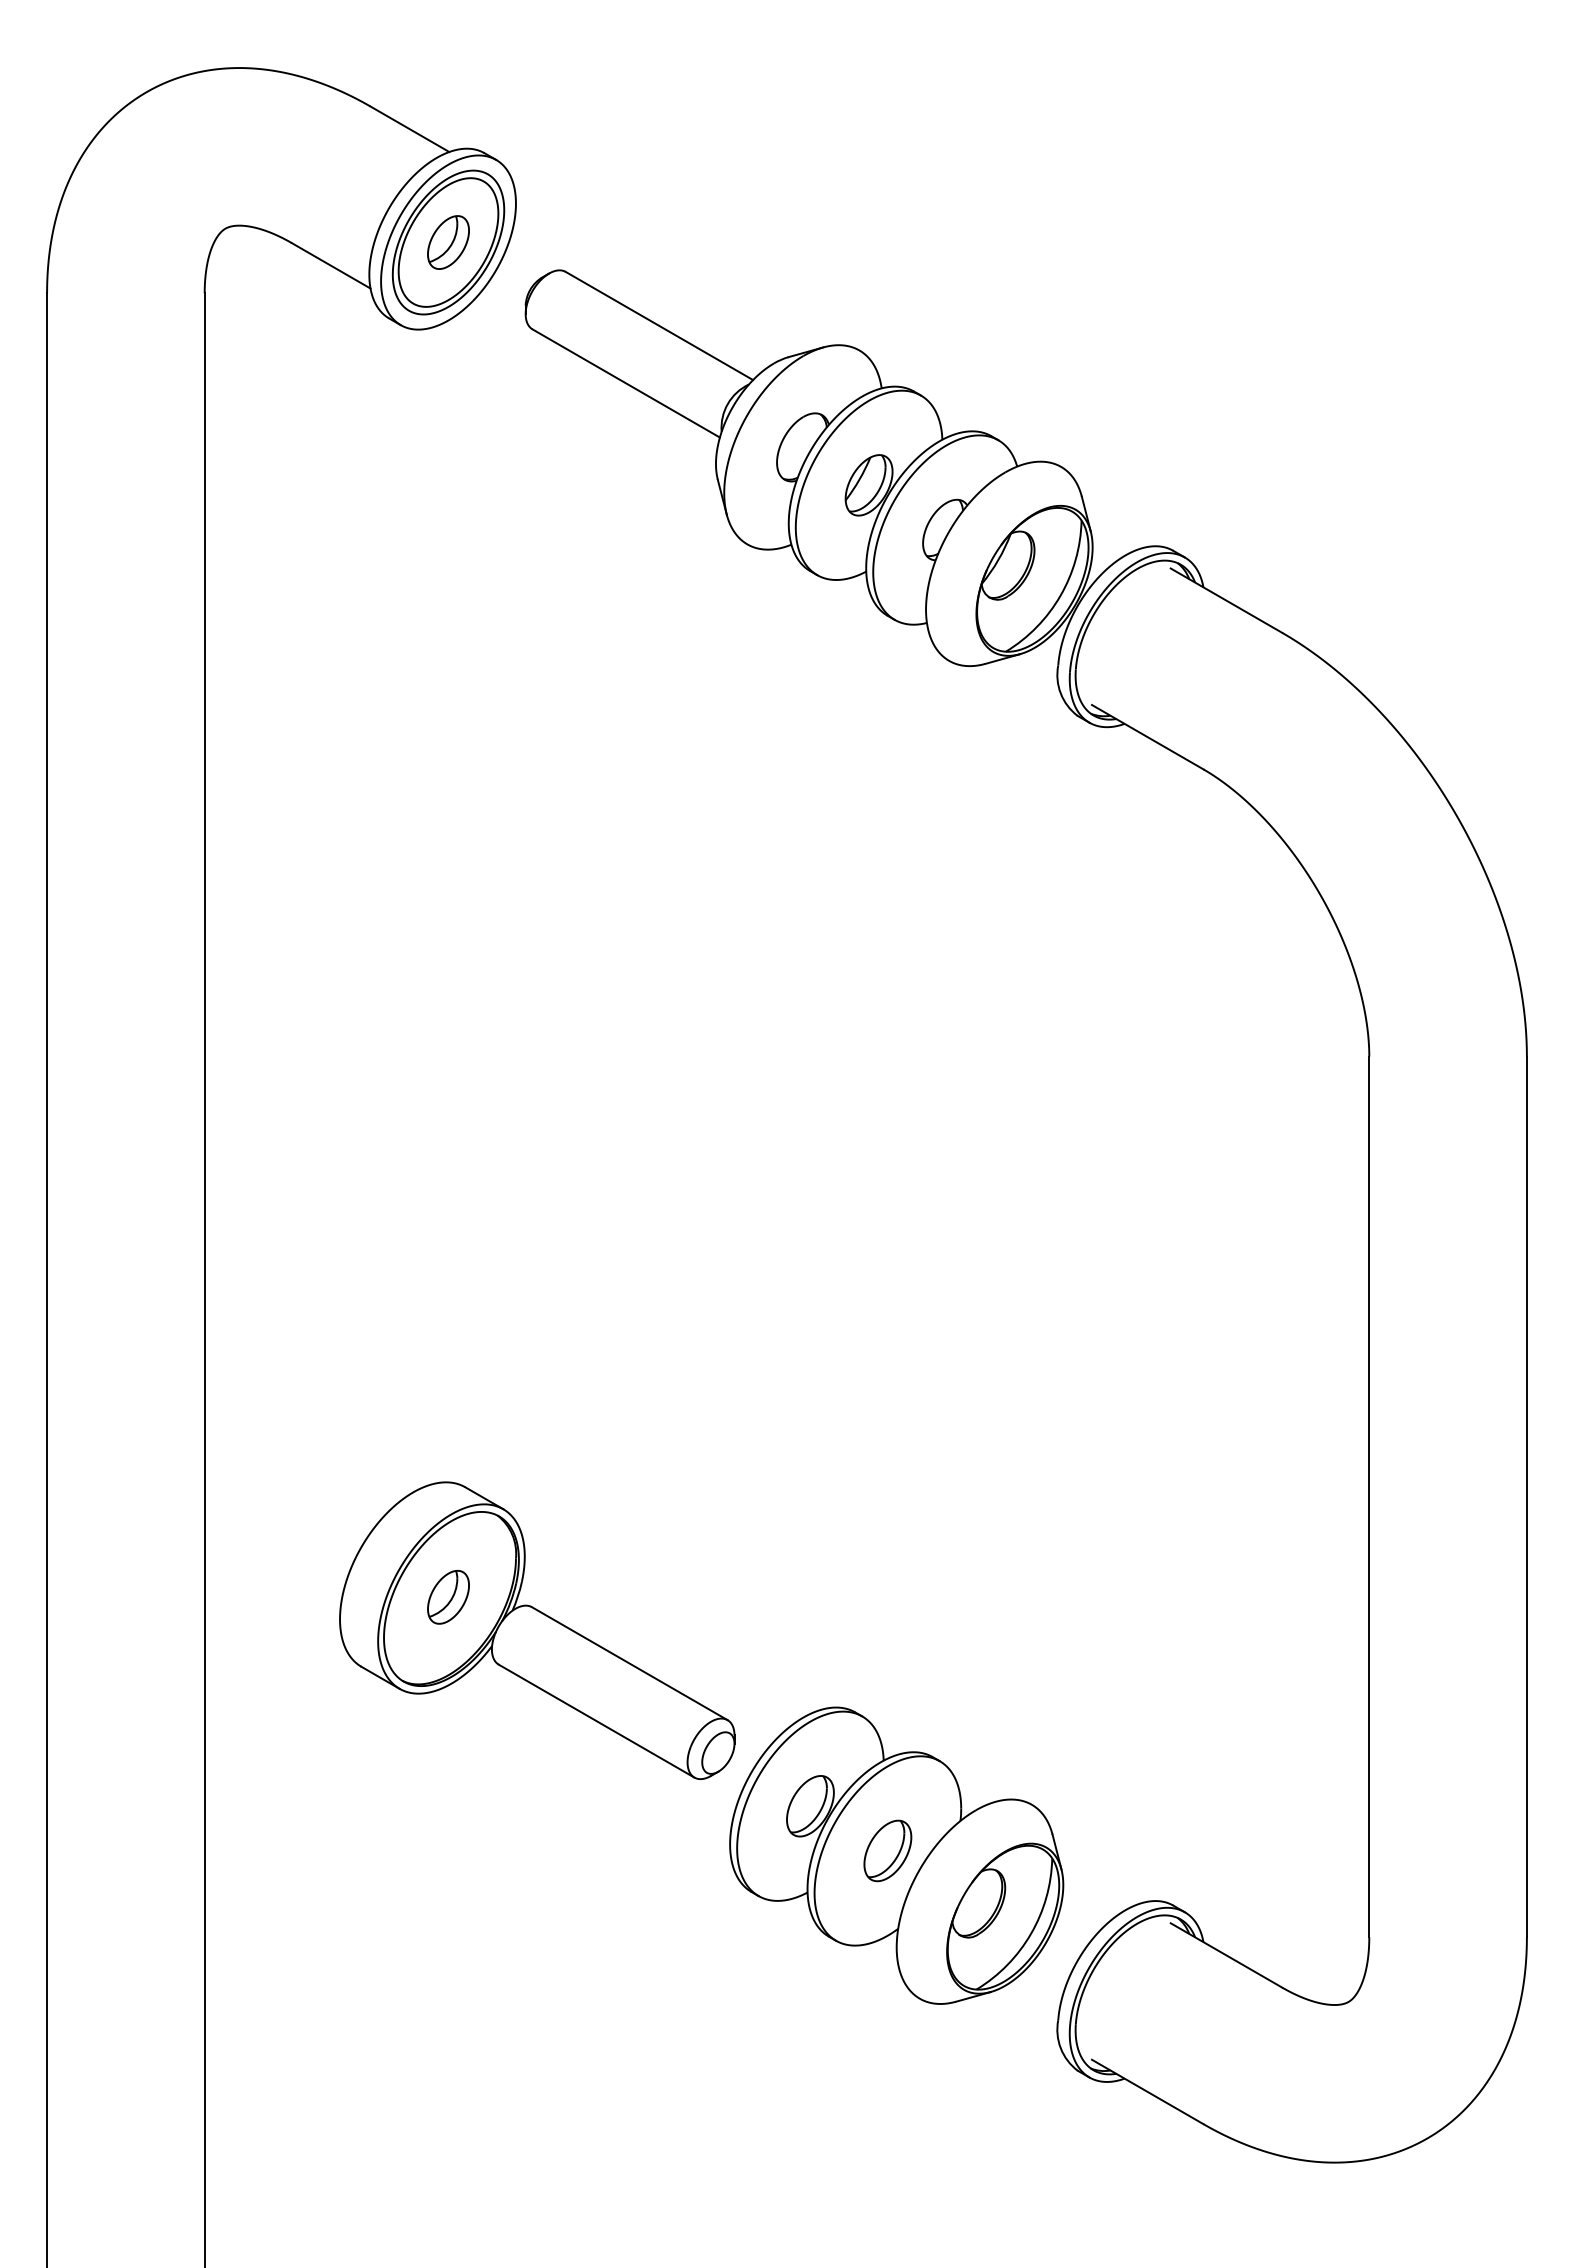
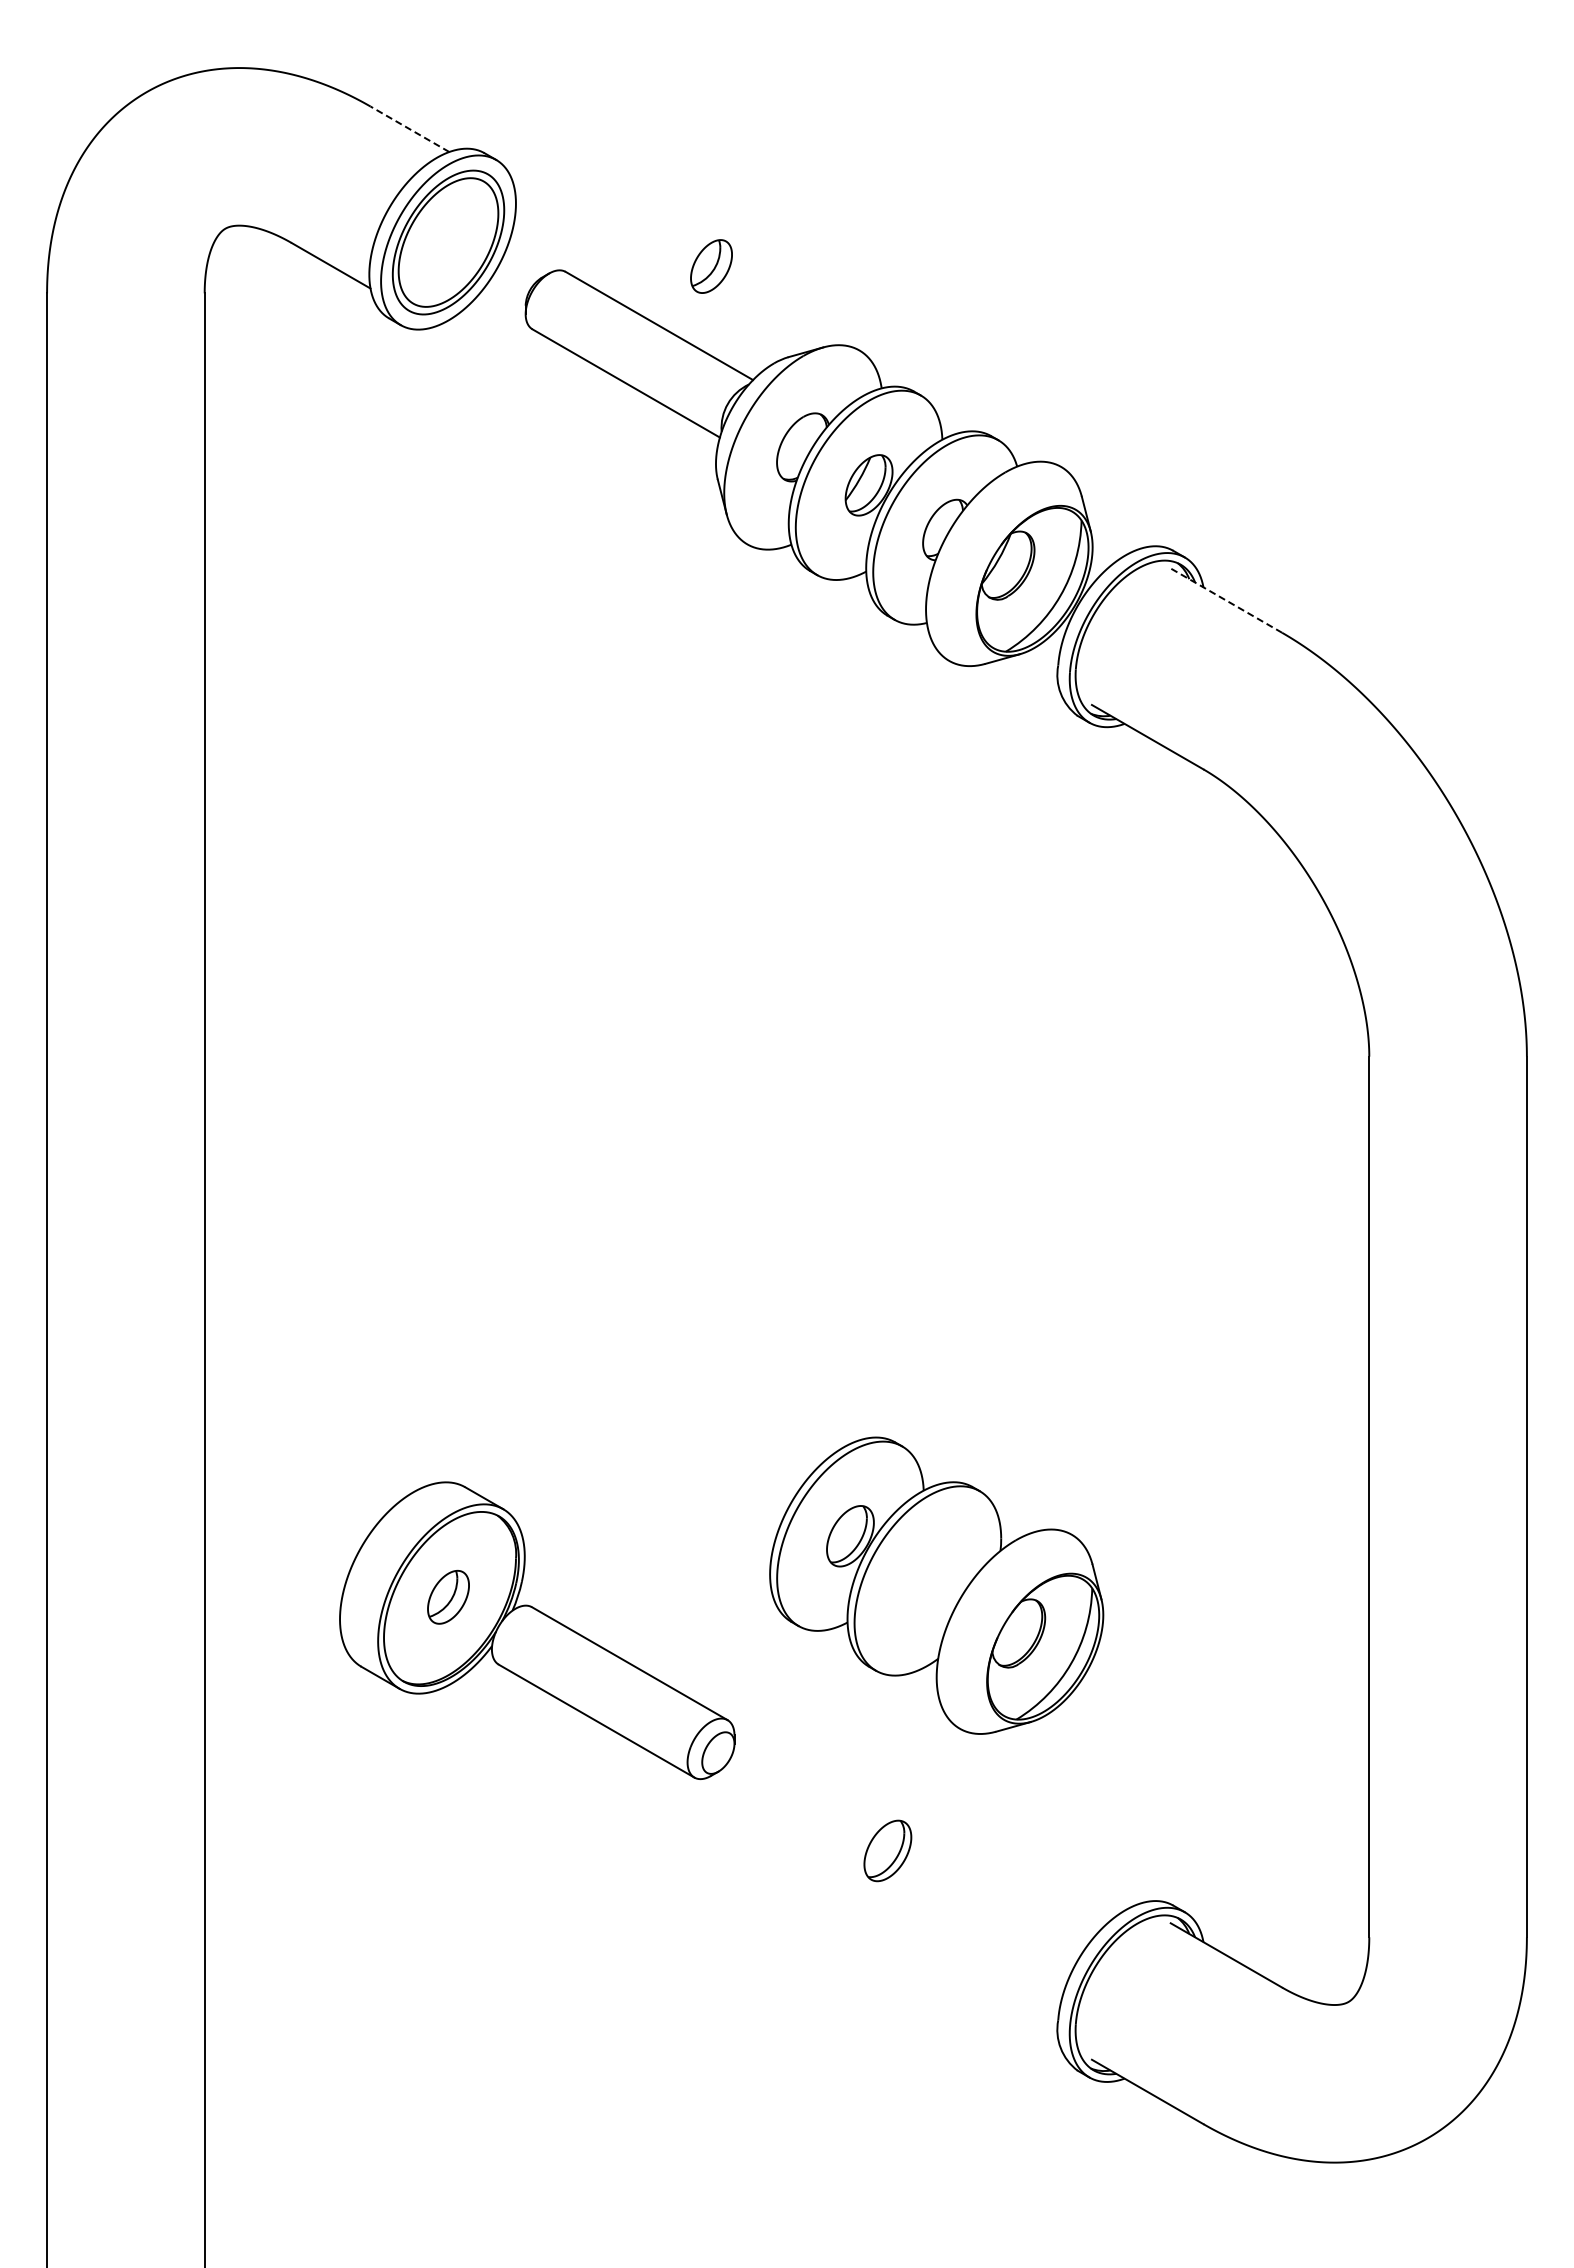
line at (409, 129): solid -> dashed
part at (448, 242) position: (448, 242) -> (711, 266)
line at (1226, 600): solid -> dashed
part at (896, 1855) position: (896, 1855) -> (936, 1585)
